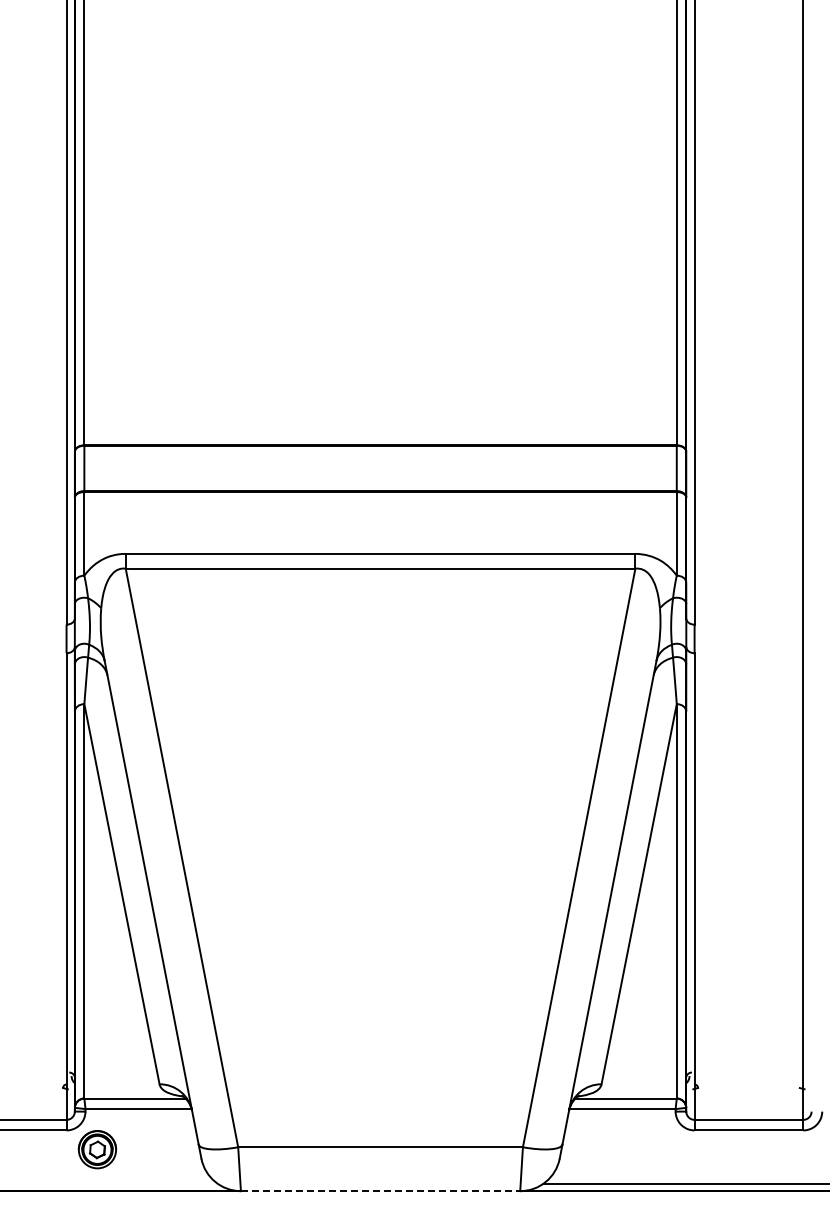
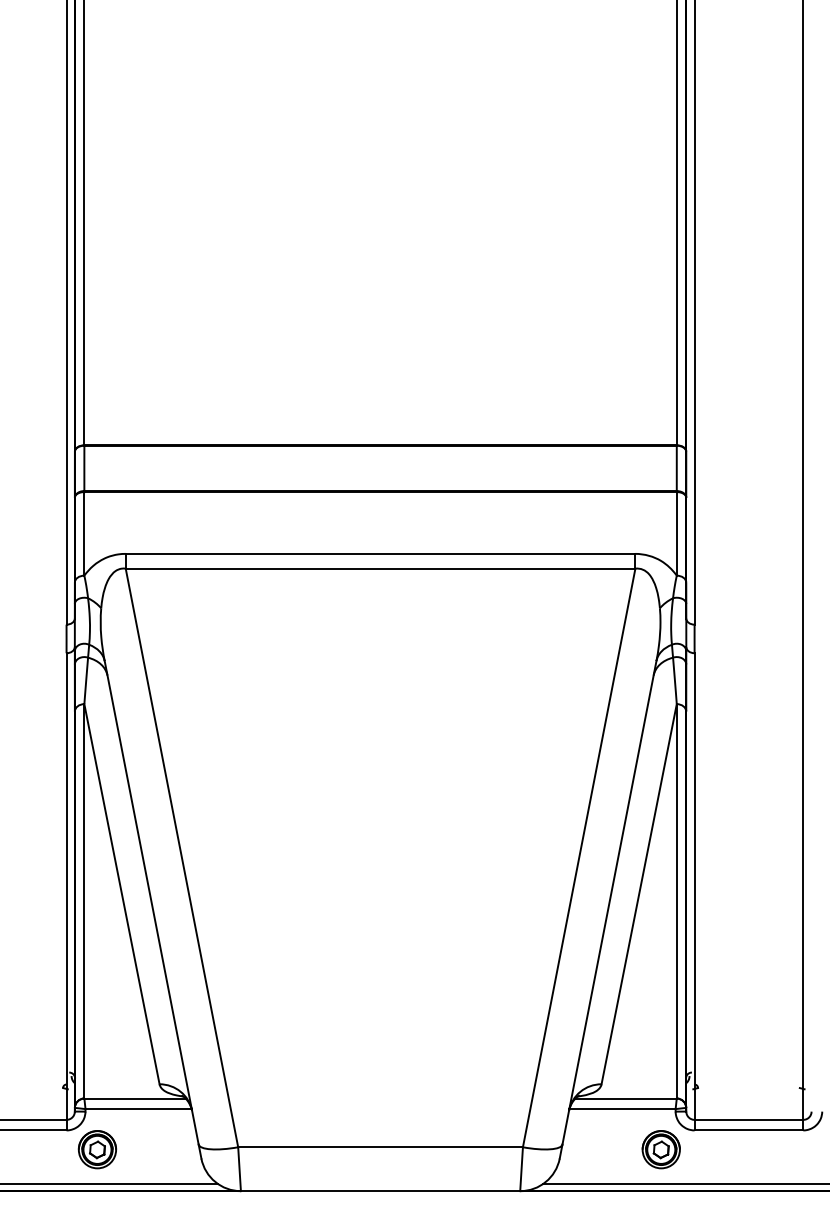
part at (660, 1149): none -> present
line at (110, 1184): none -> present
line at (380, 1191): dashed -> solid
